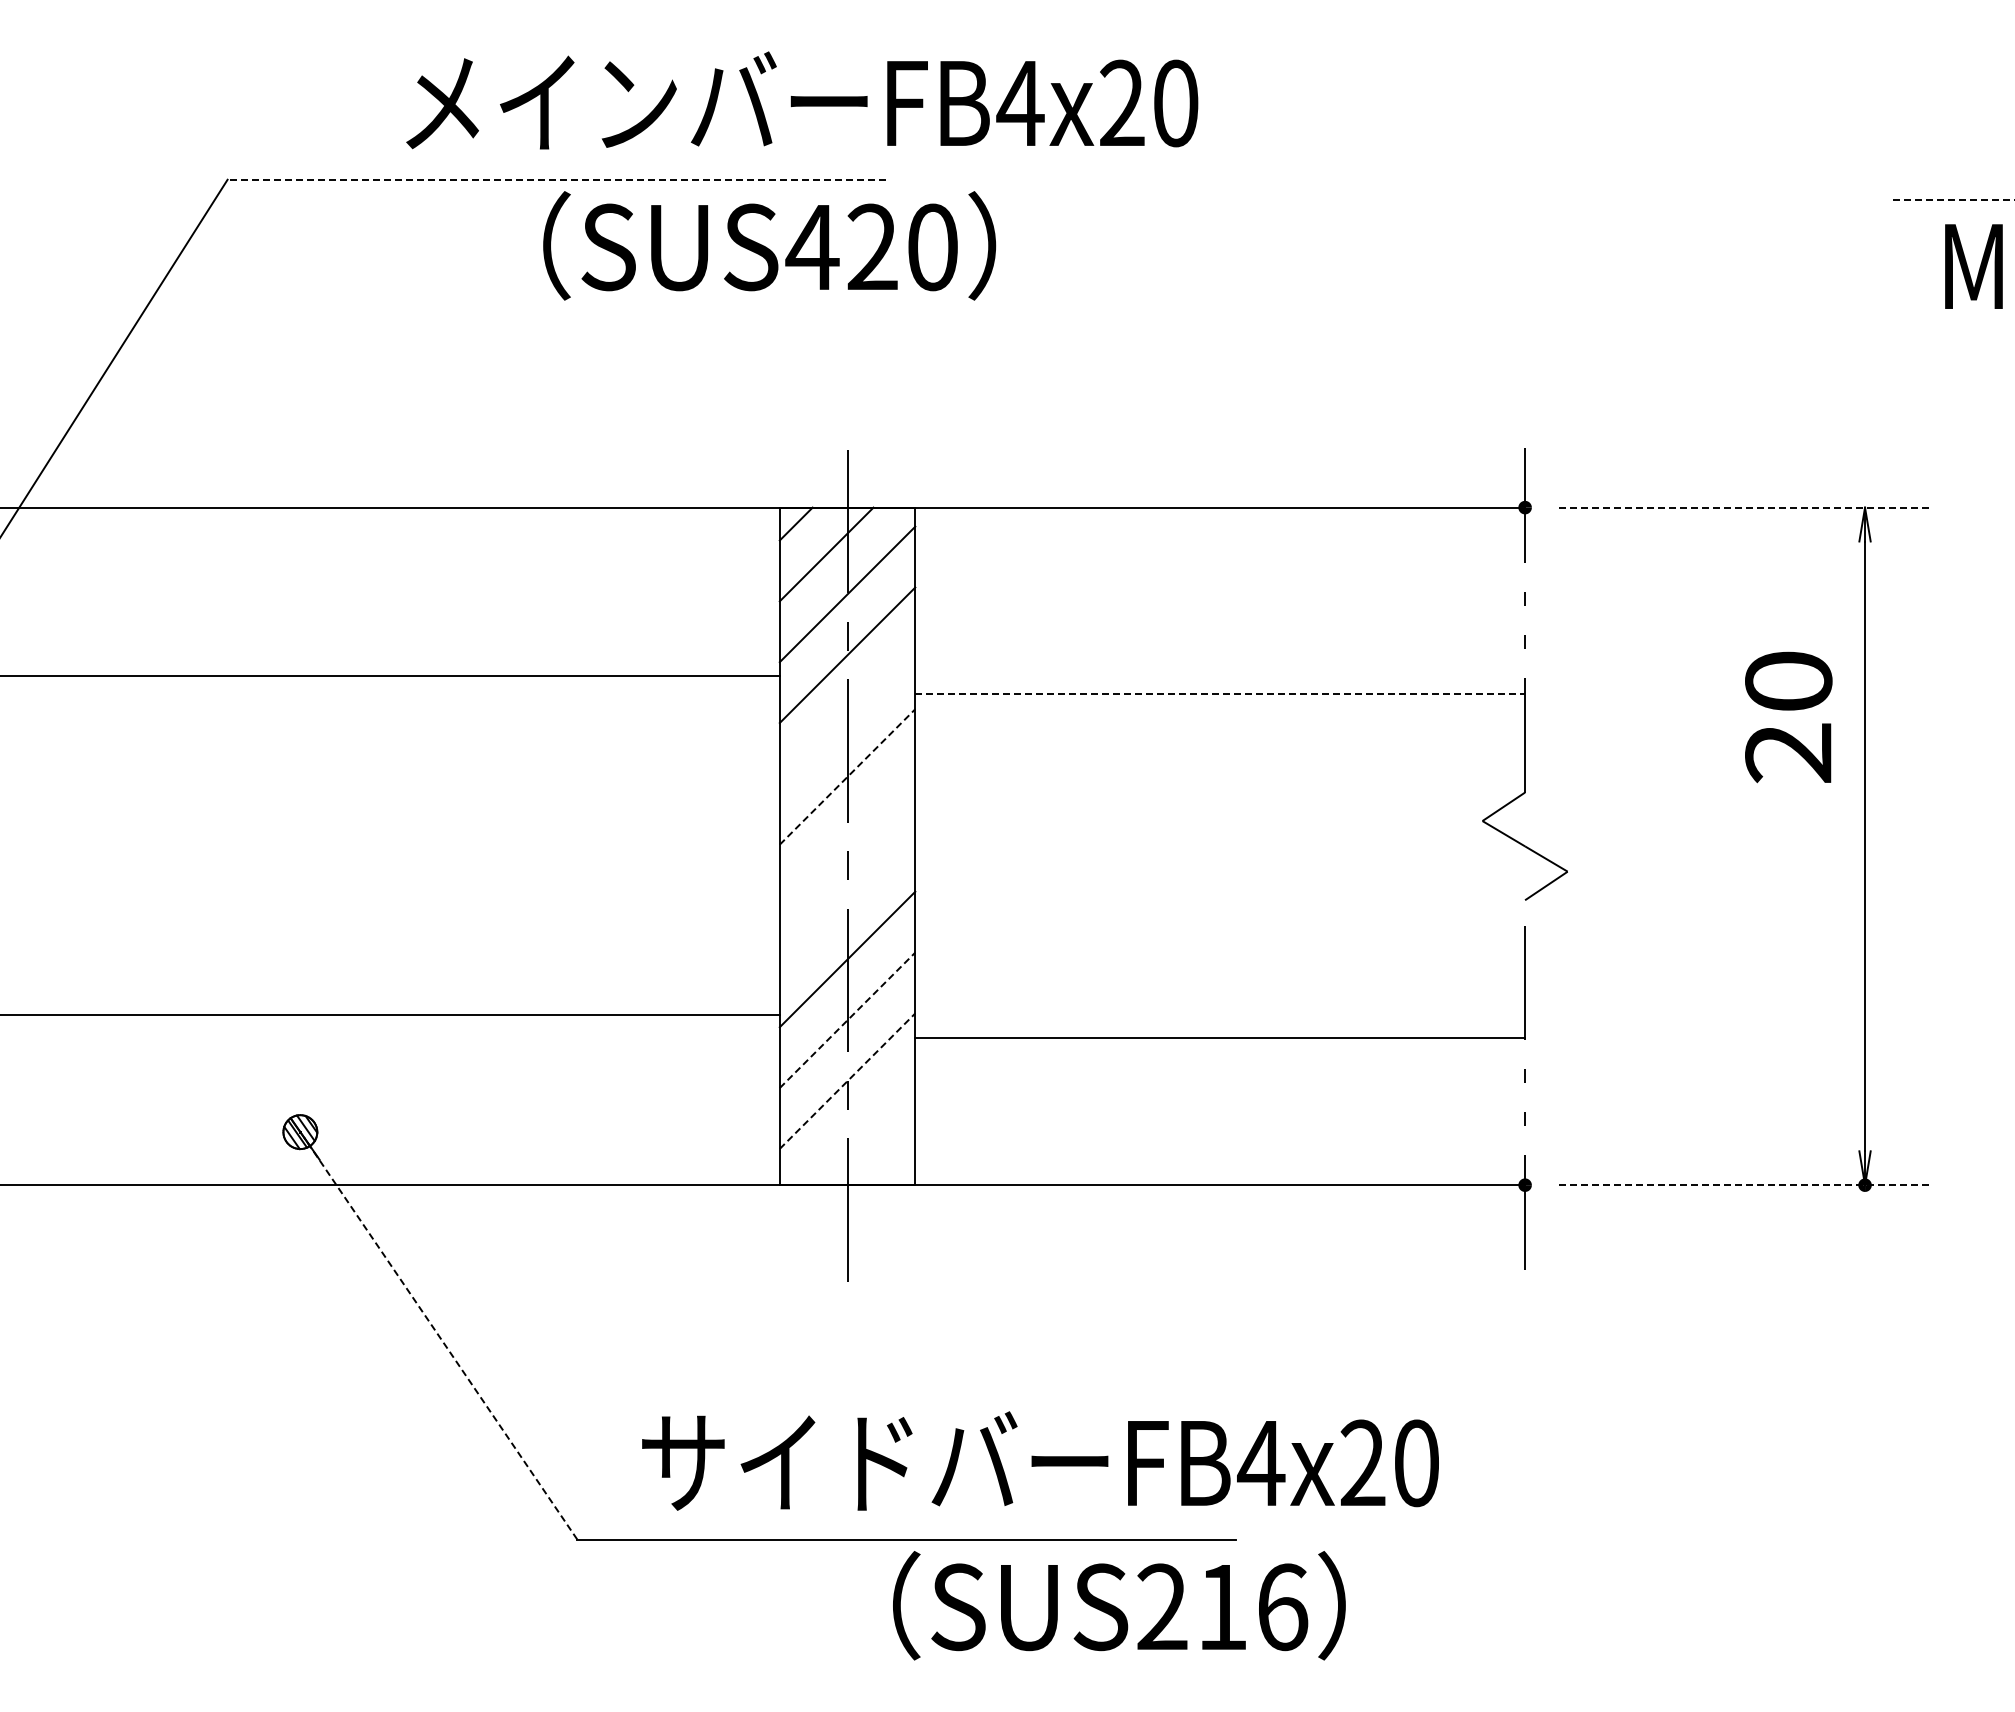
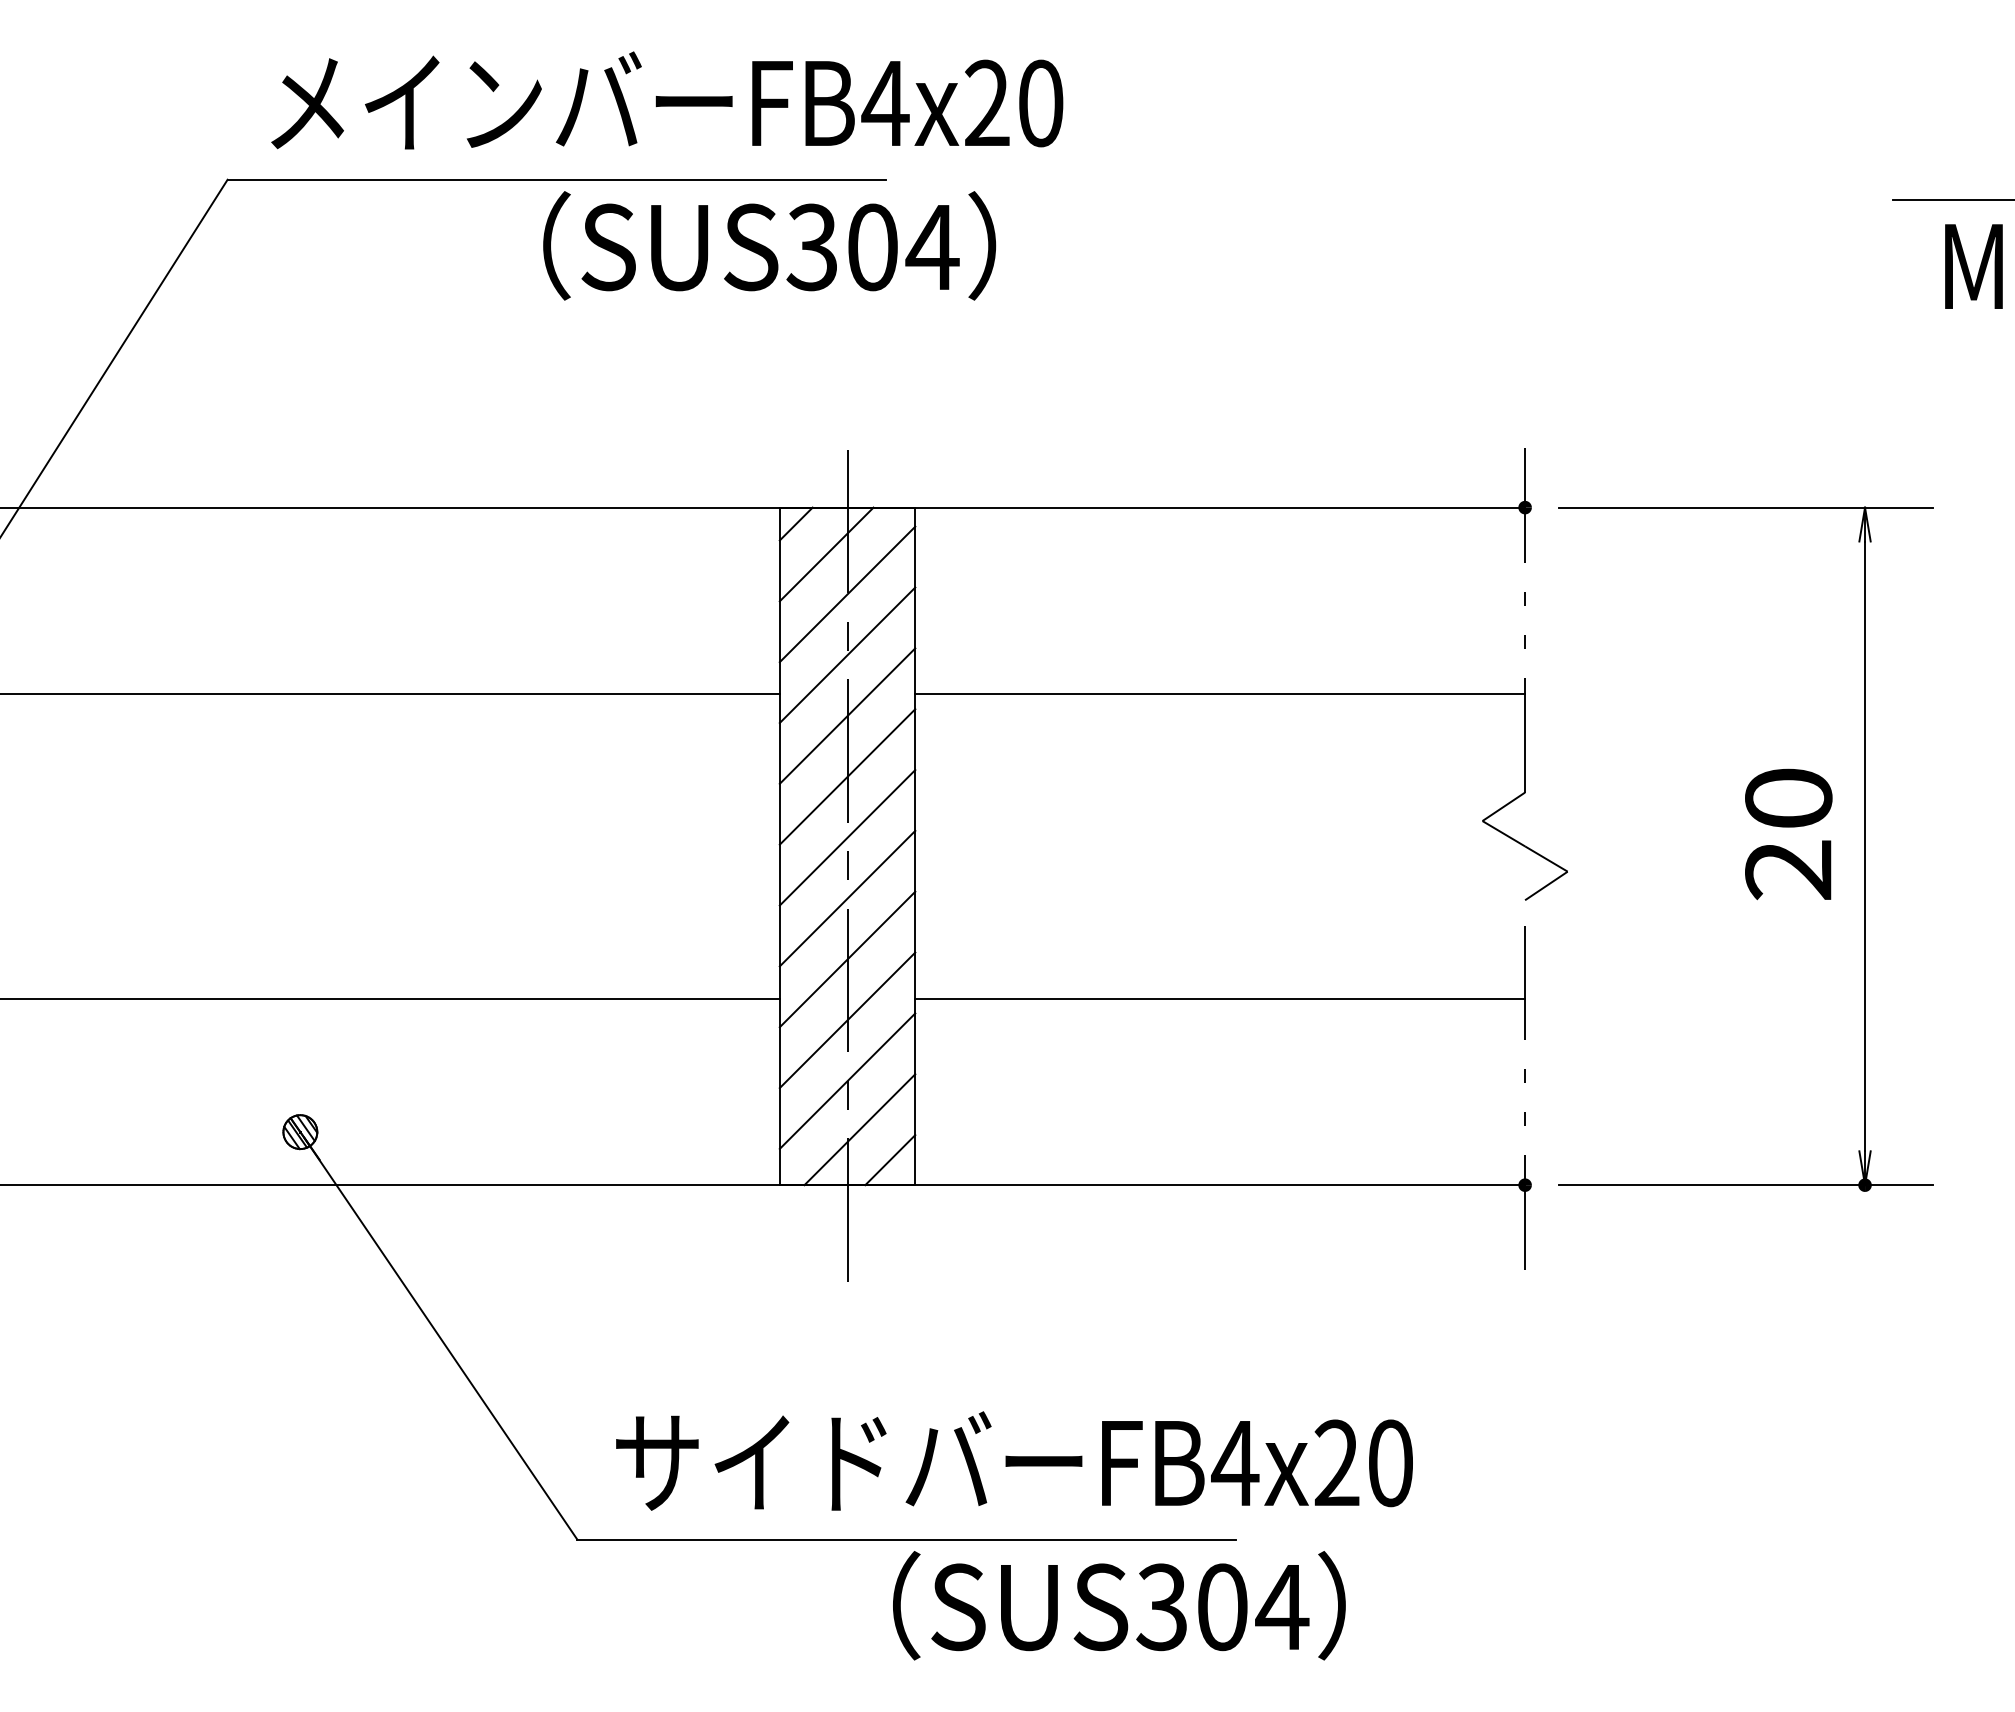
text at (802, 100) position: (802, 100) -> (667, 100)
line at (556, 179): dashed -> solid
line at (1954, 200): dashed -> solid
text at (872, 247): SUS420 -> SUS304
line at (1745, 507): dashed -> solid
line at (390, 675) position: (390, 675) -> (390, 693)
line at (1220, 693): dashed -> solid
line at (847, 715): none -> present
text at (1788, 717) position: (1788, 717) -> (1788, 834)
line at (847, 776): dashed -> solid
line at (847, 837): none -> present
line at (847, 898): none -> present
line at (390, 1014) position: (390, 1014) -> (390, 998)
line at (847, 1020): dashed -> solid
line at (1220, 1037) position: (1220, 1037) -> (1220, 998)
line at (847, 1081): dashed -> solid
line at (859, 1129): none -> present
line at (890, 1160): none -> present
line at (1745, 1185): dashed -> solid
line at (440, 1338): dashed -> solid
text at (1040, 1460) position: (1040, 1460) -> (1014, 1460)
text at (1222, 1607): SUS216 -> SUS304
